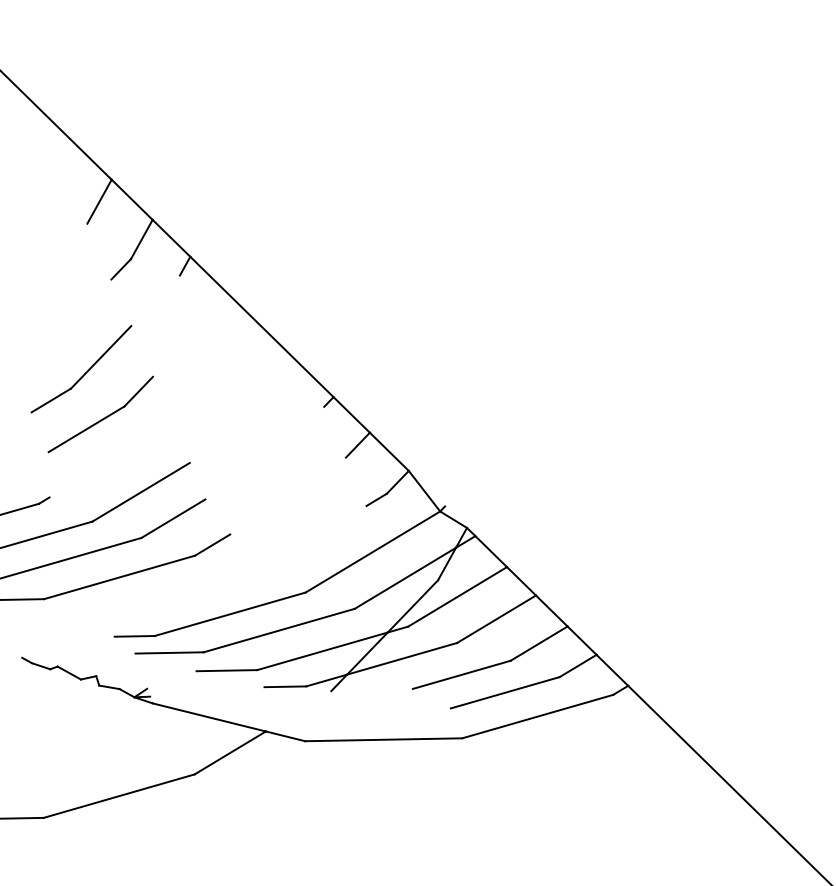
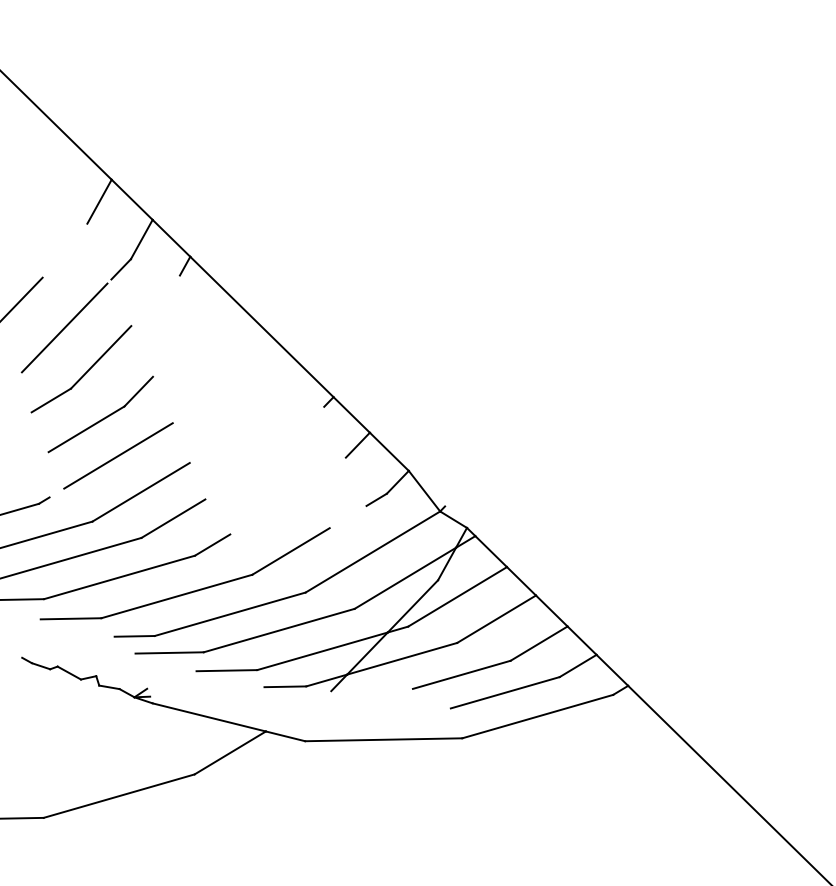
line at (22, 298): none -> present
line at (64, 327): none -> present
line at (118, 455): none -> present
part at (189, 591): none -> present
